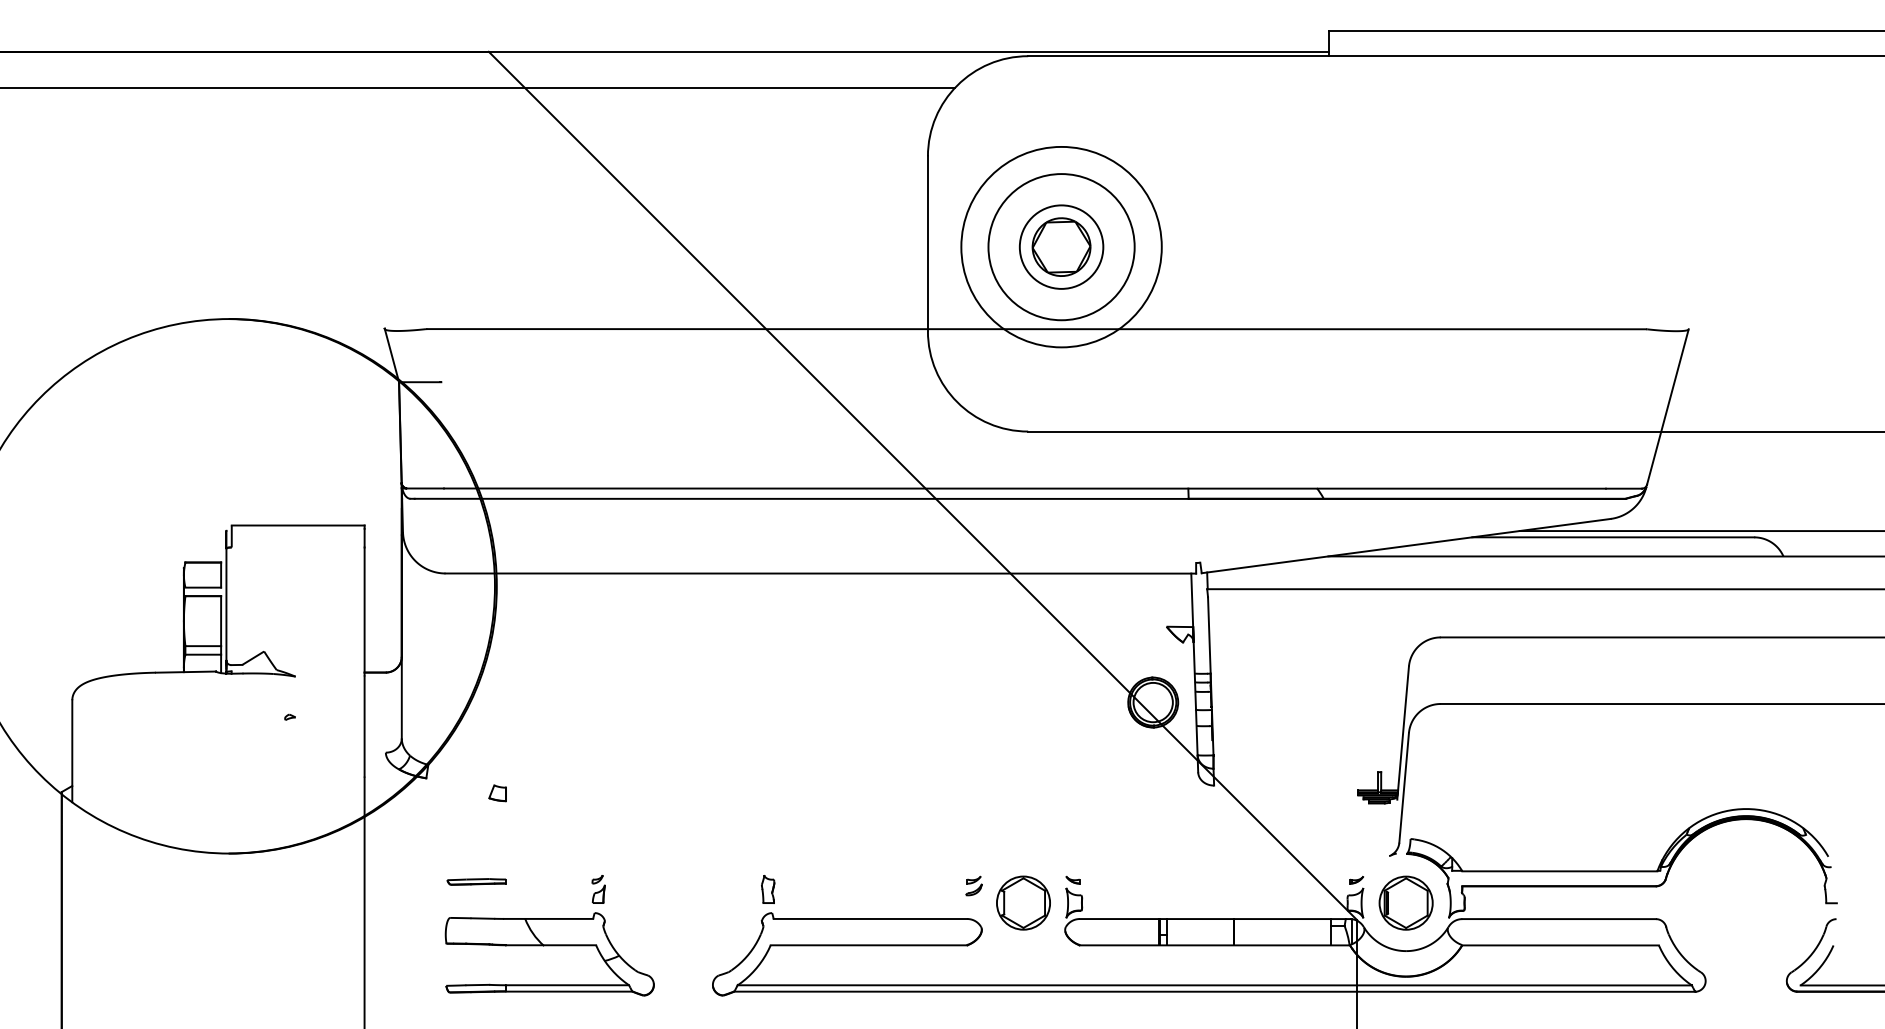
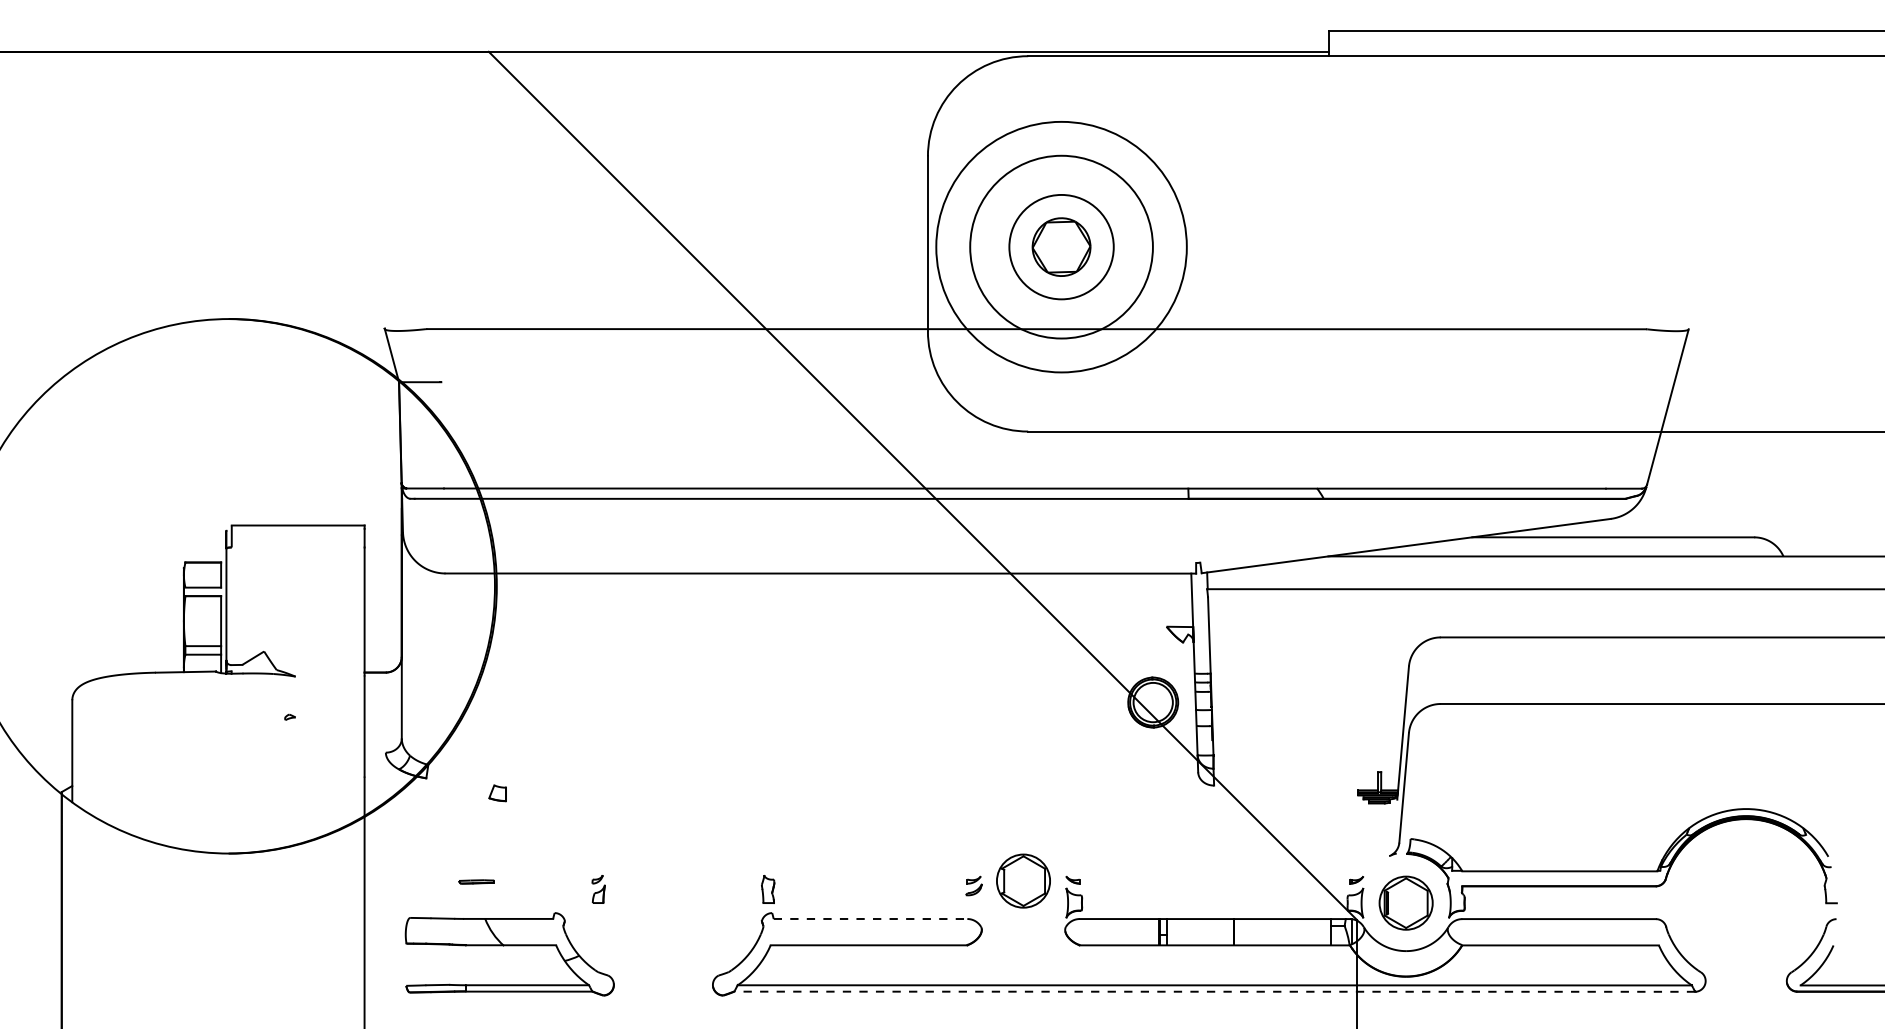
line at (478, 87): present -> none
circle at (1061, 246) diameter: 200 px -> 251 px
circle at (1061, 246) diameter: 84 px -> 104 px
circle at (1061, 247) diameter: 146 px -> 183 px
line at (1700, 531): present -> none
part at (476, 881) size: 61x8 px -> 37x6 px
part at (1023, 902) position: (1023, 902) -> (1023, 880)
line at (870, 918): solid -> dashed
part at (549, 946) position: (549, 946) -> (509, 946)
line at (1214, 991): solid -> dashed
